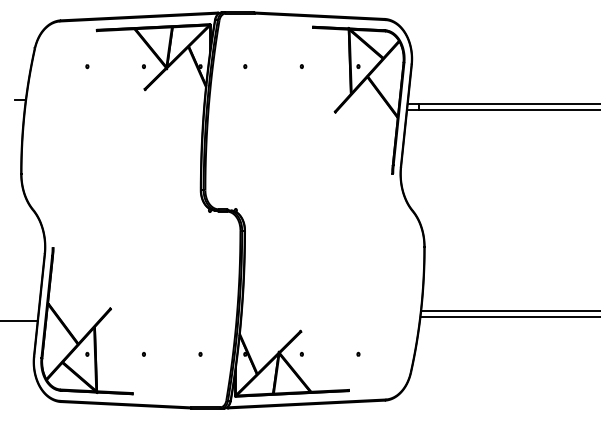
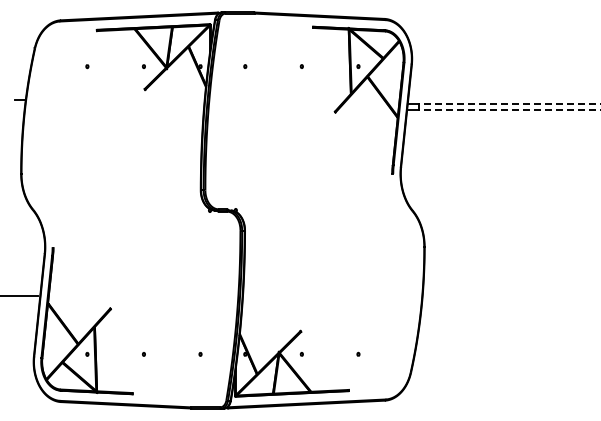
line at (510, 103): solid -> dashed
line at (510, 109): solid -> dashed
line at (509, 311): present -> none
line at (508, 317): present -> none
line at (19, 320) position: (19, 320) -> (19, 295)
